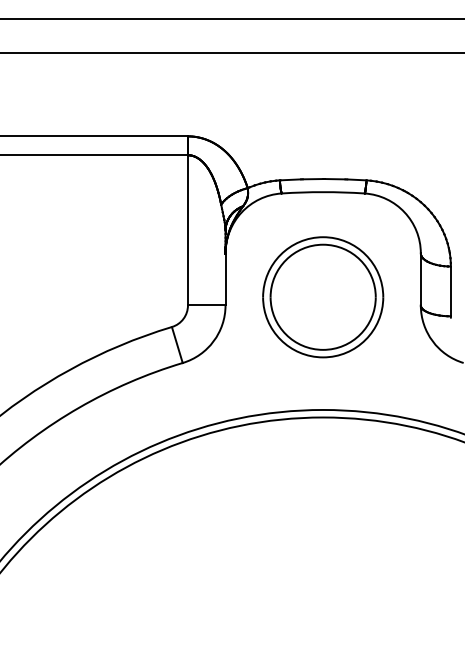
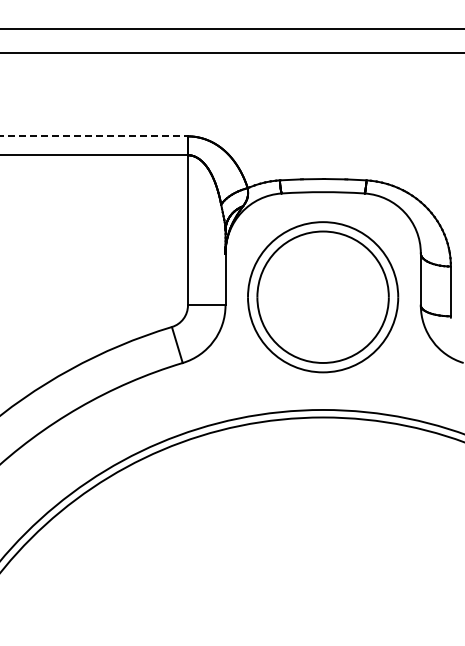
line at (231, 19) position: (231, 19) -> (231, 29)
line at (94, 136): solid -> dashed
part at (323, 297) size: 123x123 px -> 153x153 px
